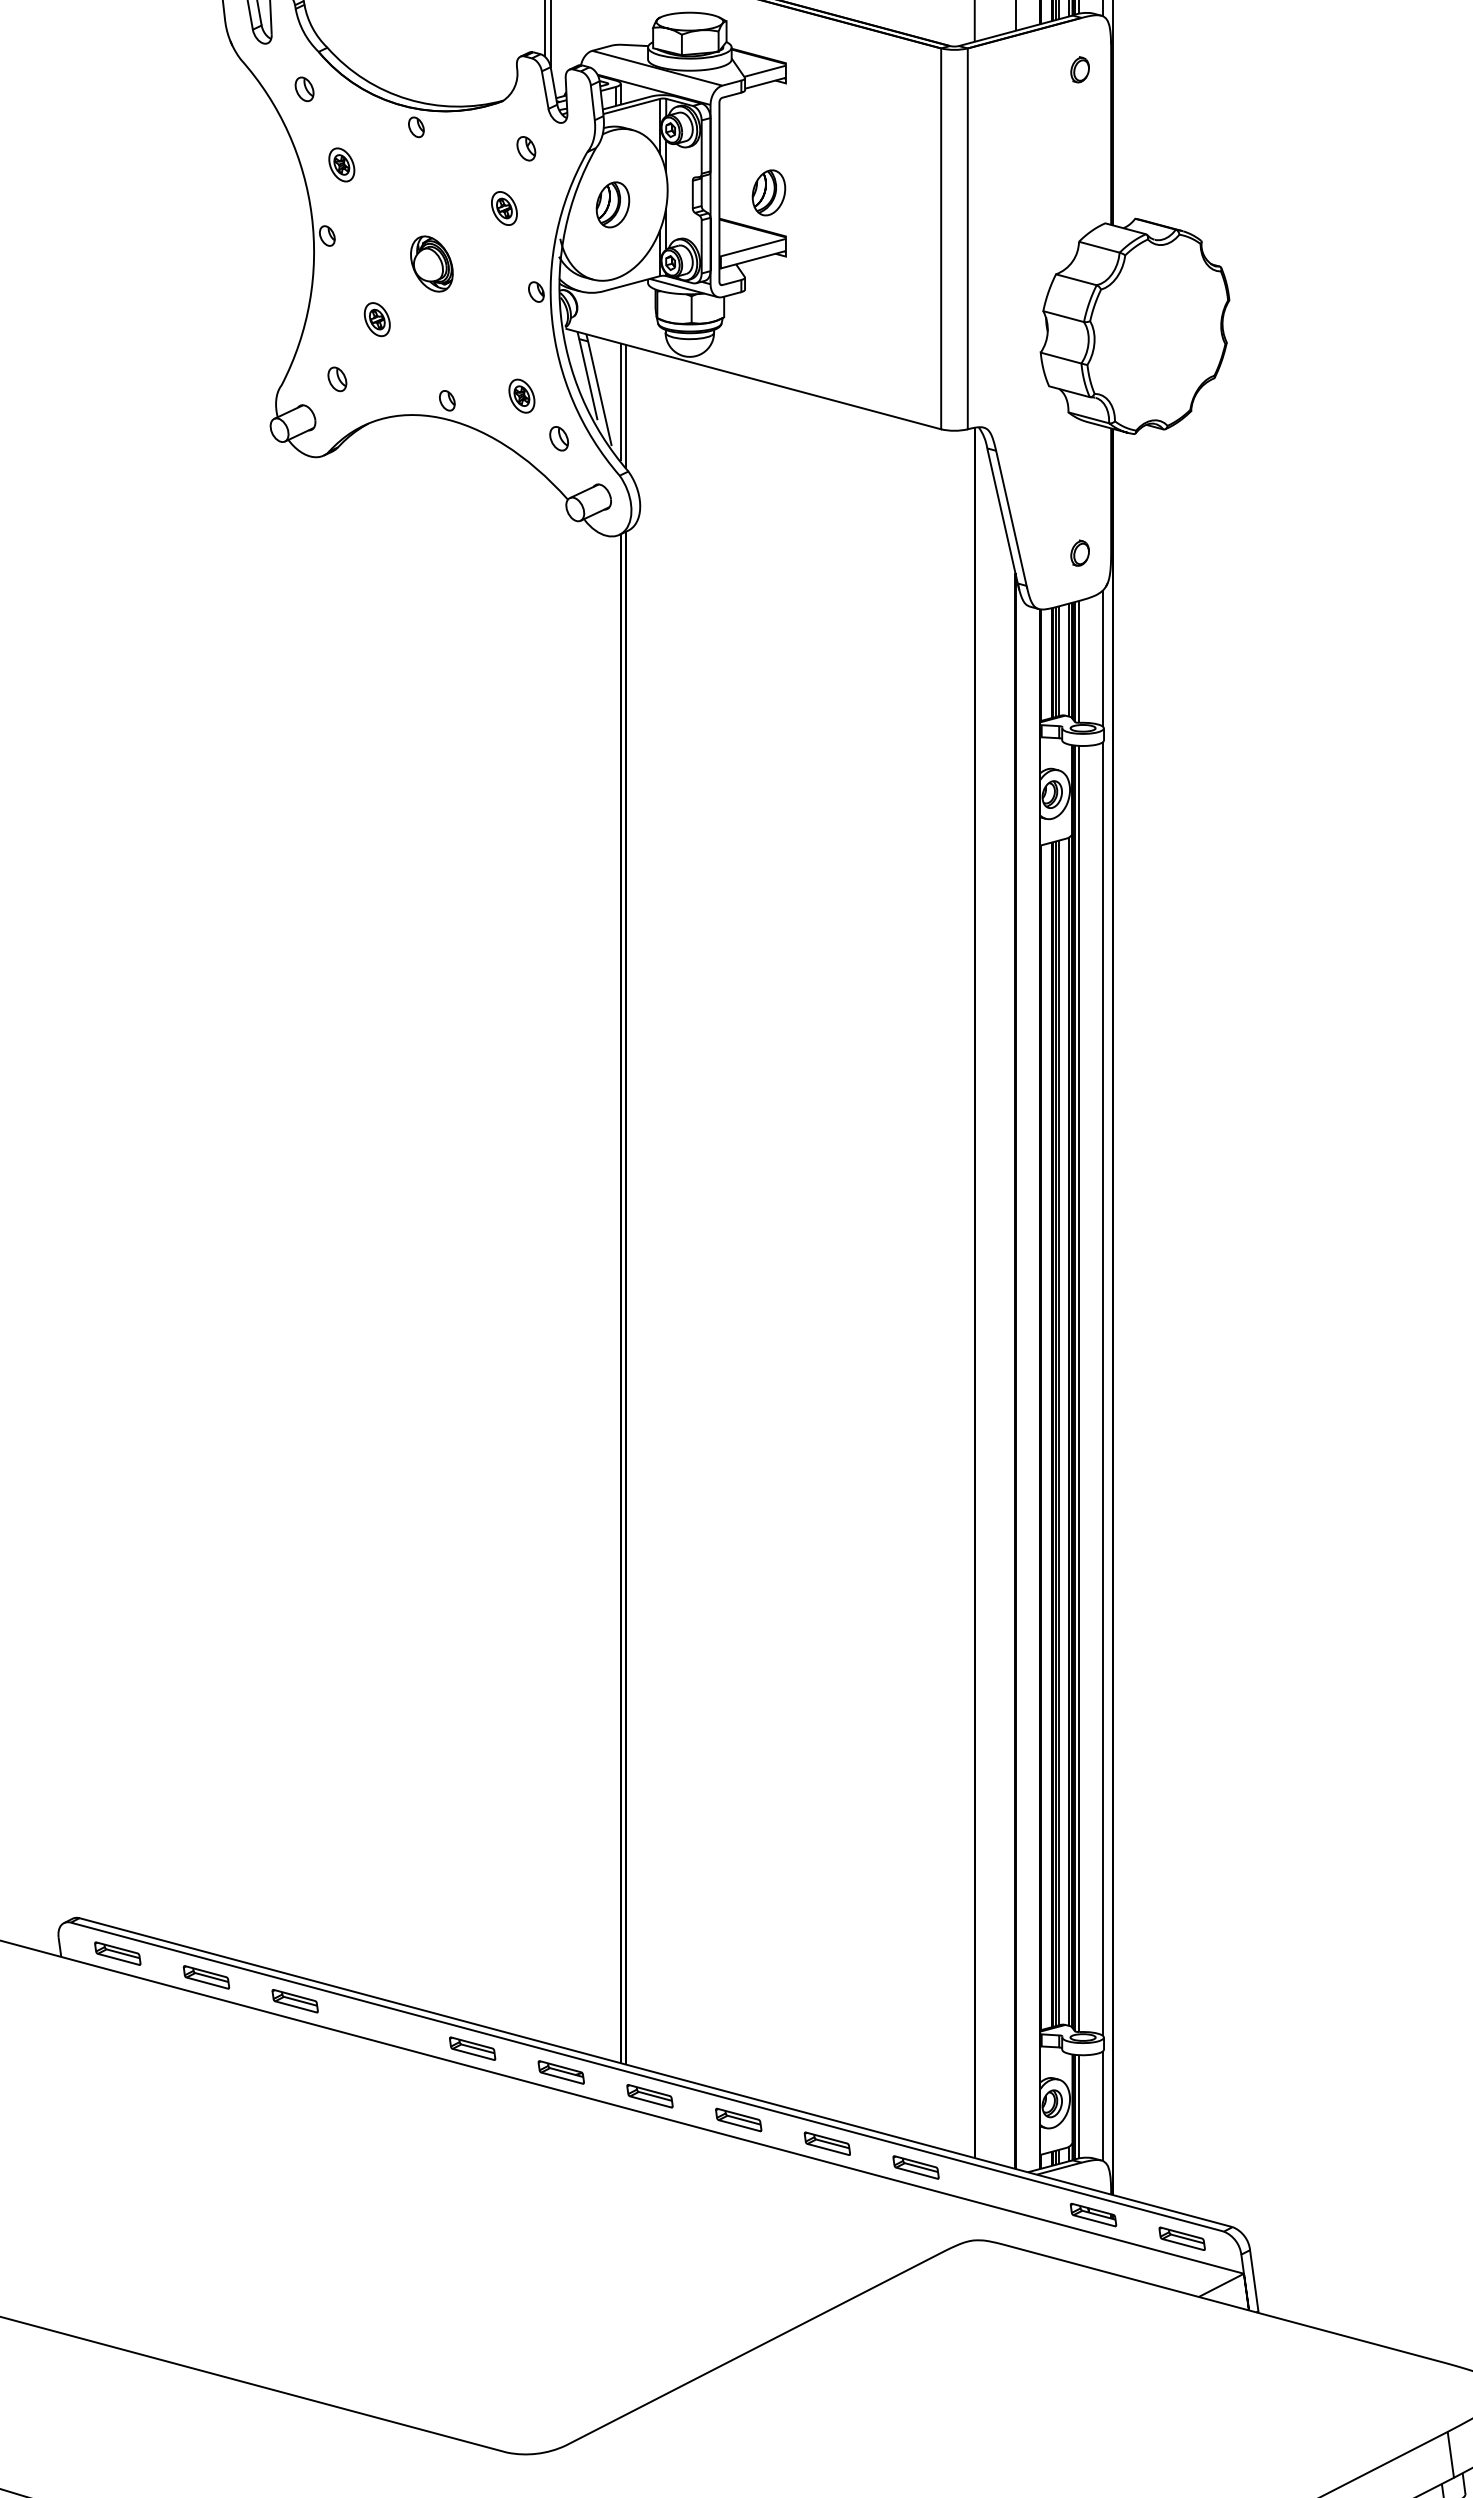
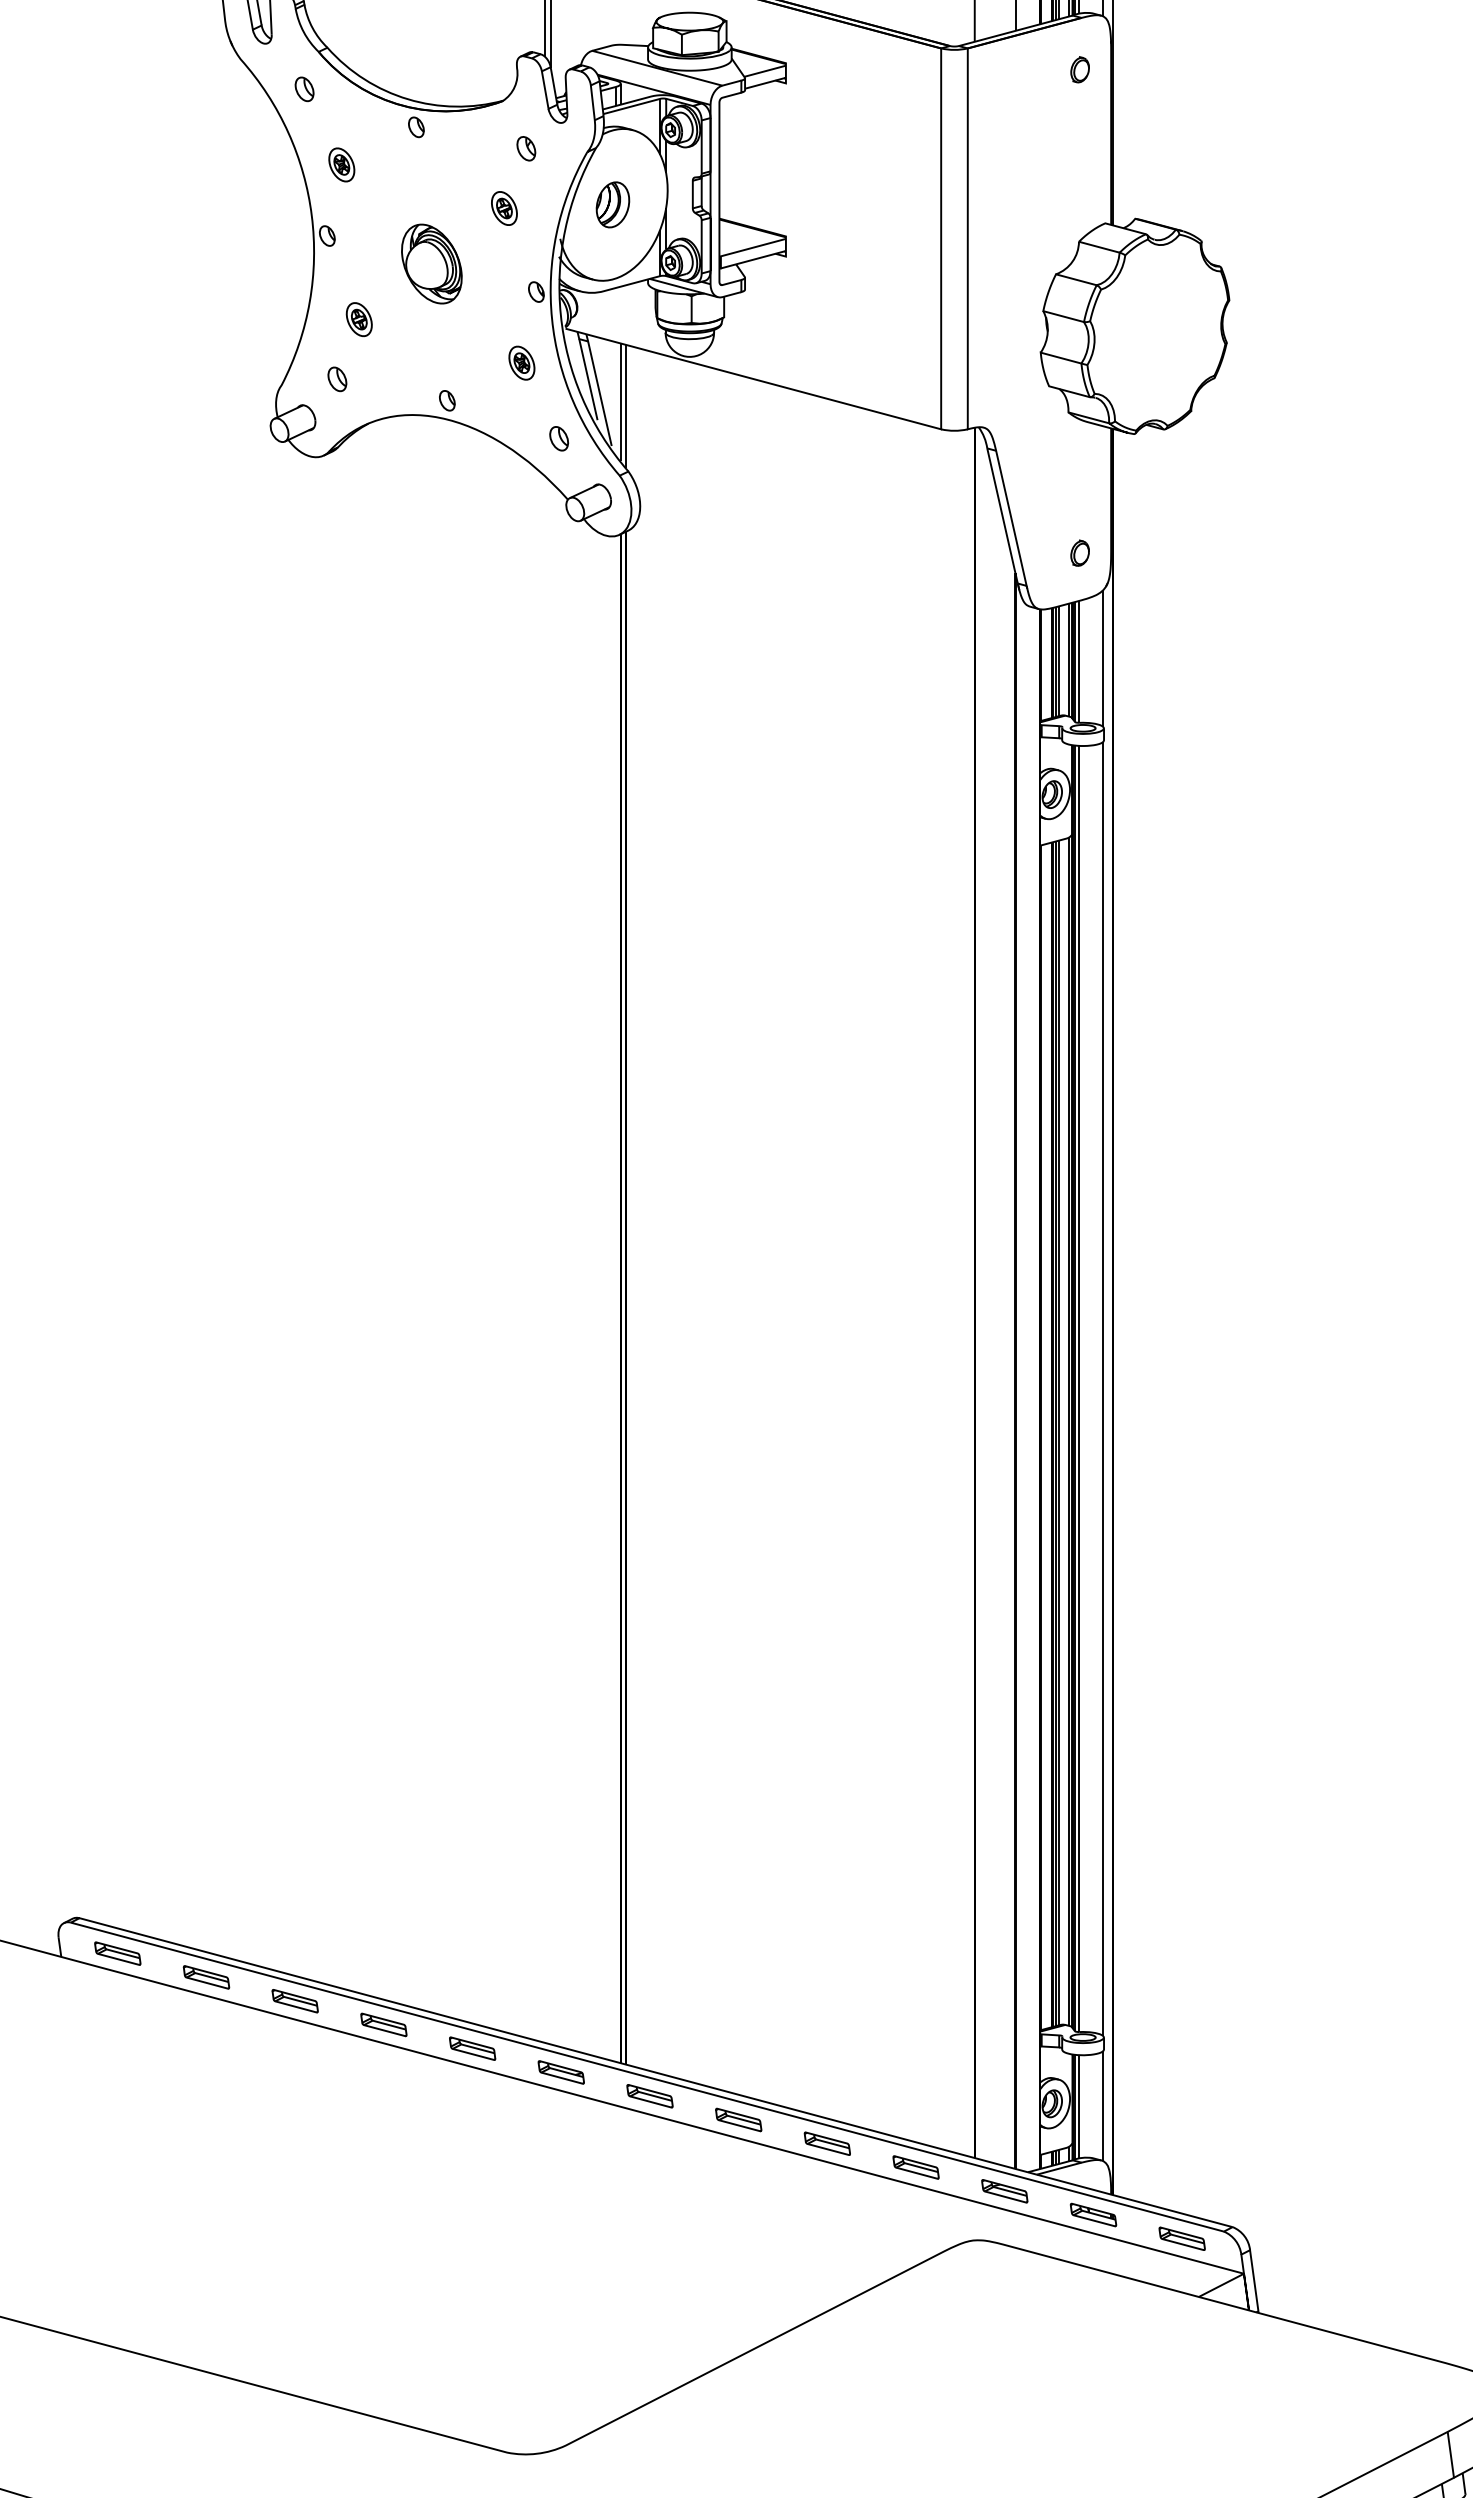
part at (768, 192): present -> none
part at (431, 263) size: 44x58 px -> 62x82 px
part at (376, 319) position: (376, 319) -> (358, 319)
part at (521, 395) position: (521, 395) -> (521, 362)
part at (383, 2024): none -> present
part at (1004, 2191): none -> present
